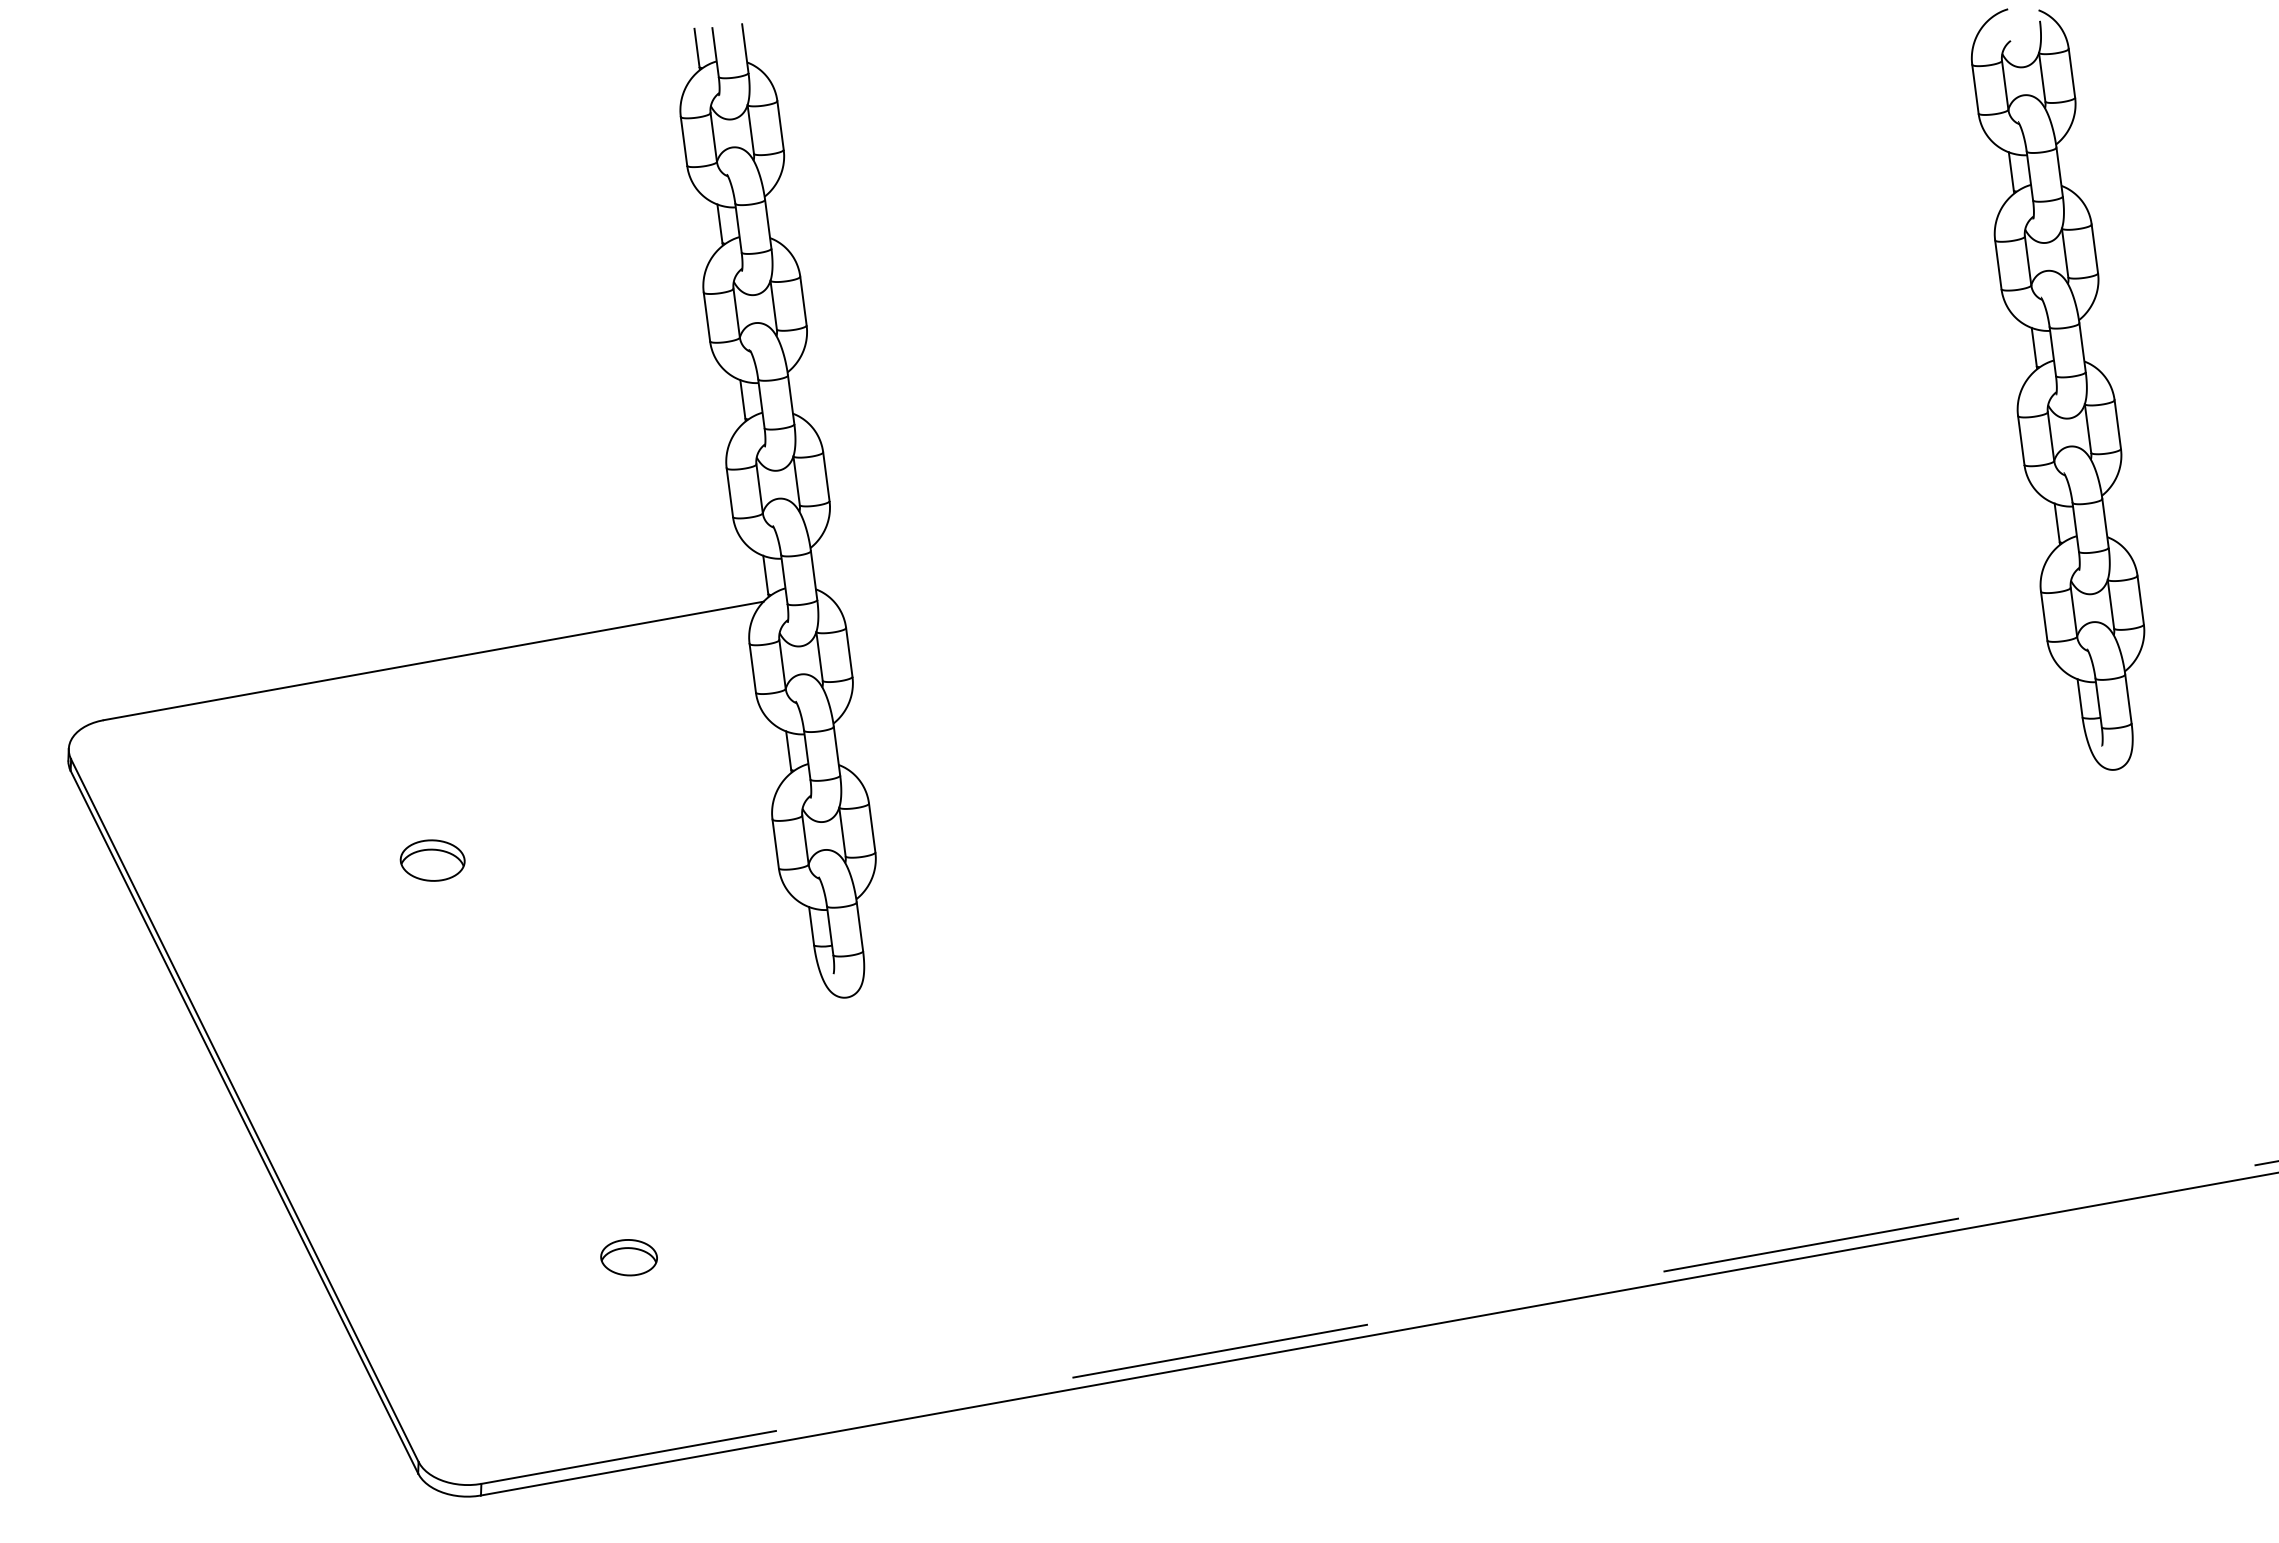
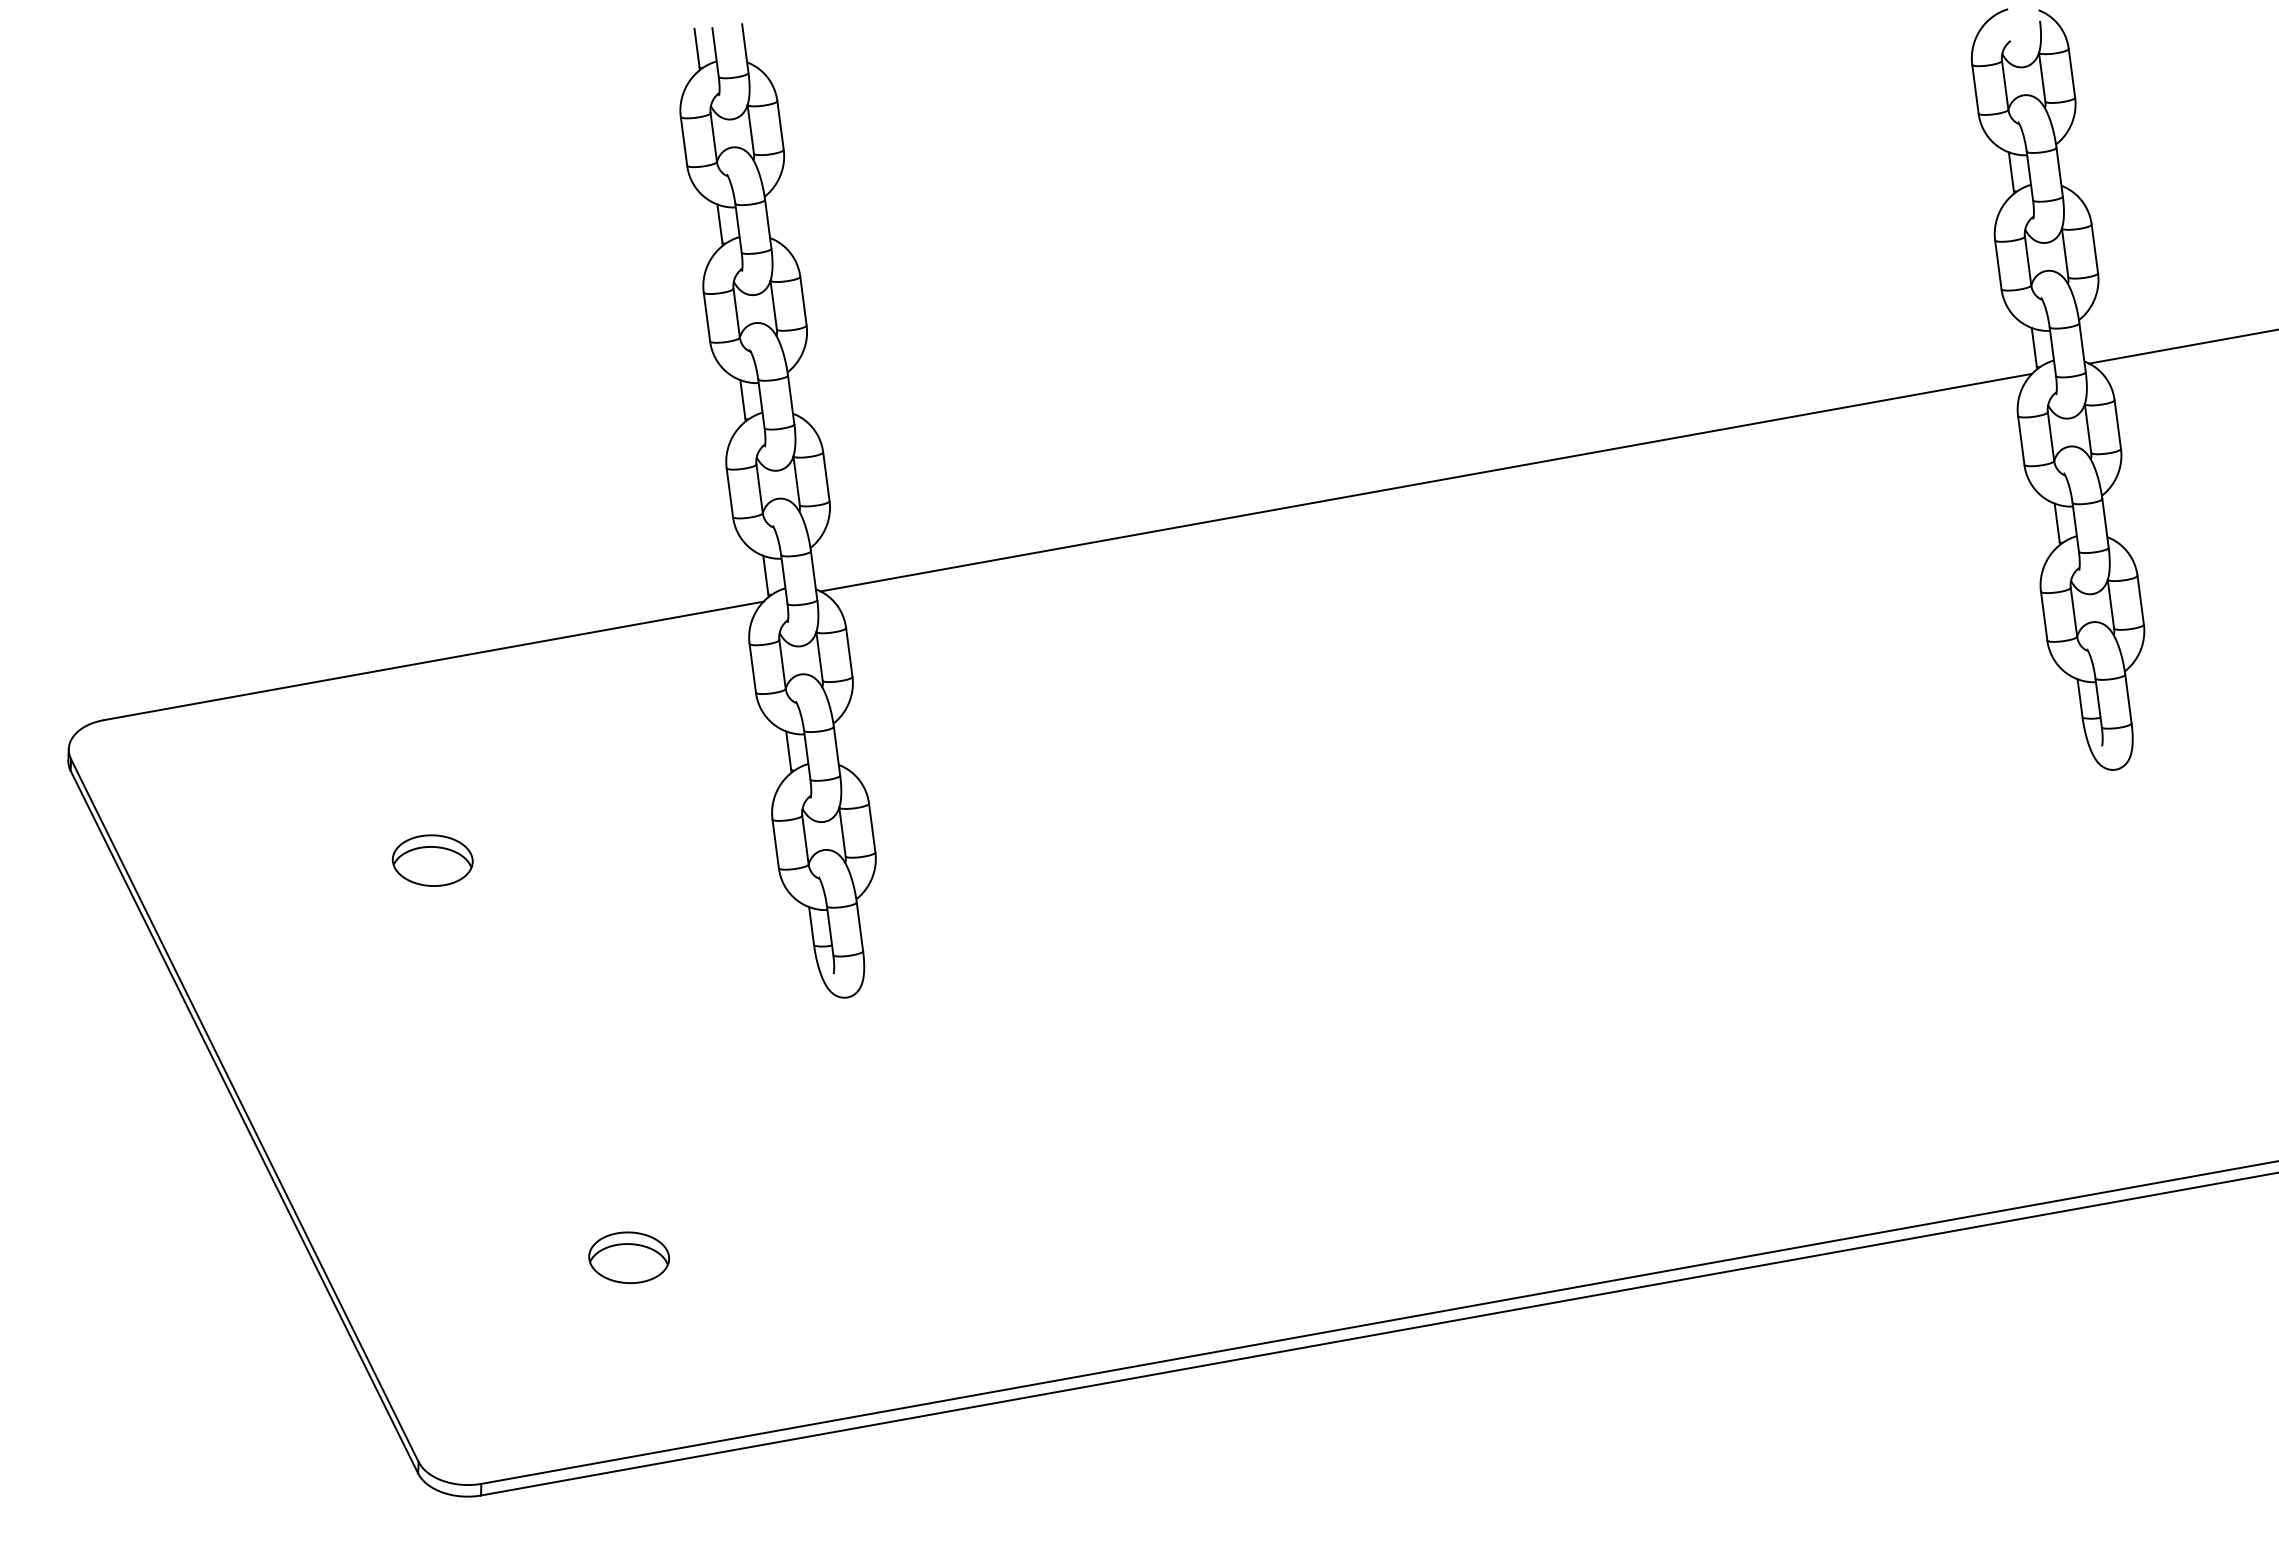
line at (2182, 346): none -> present
line at (1426, 482): none -> present
part at (432, 860) size: 67x43 px -> 83x53 px
part at (628, 1257) size: 58x38 px -> 82x53 px
line at (1379, 1322): dashed -> solid
